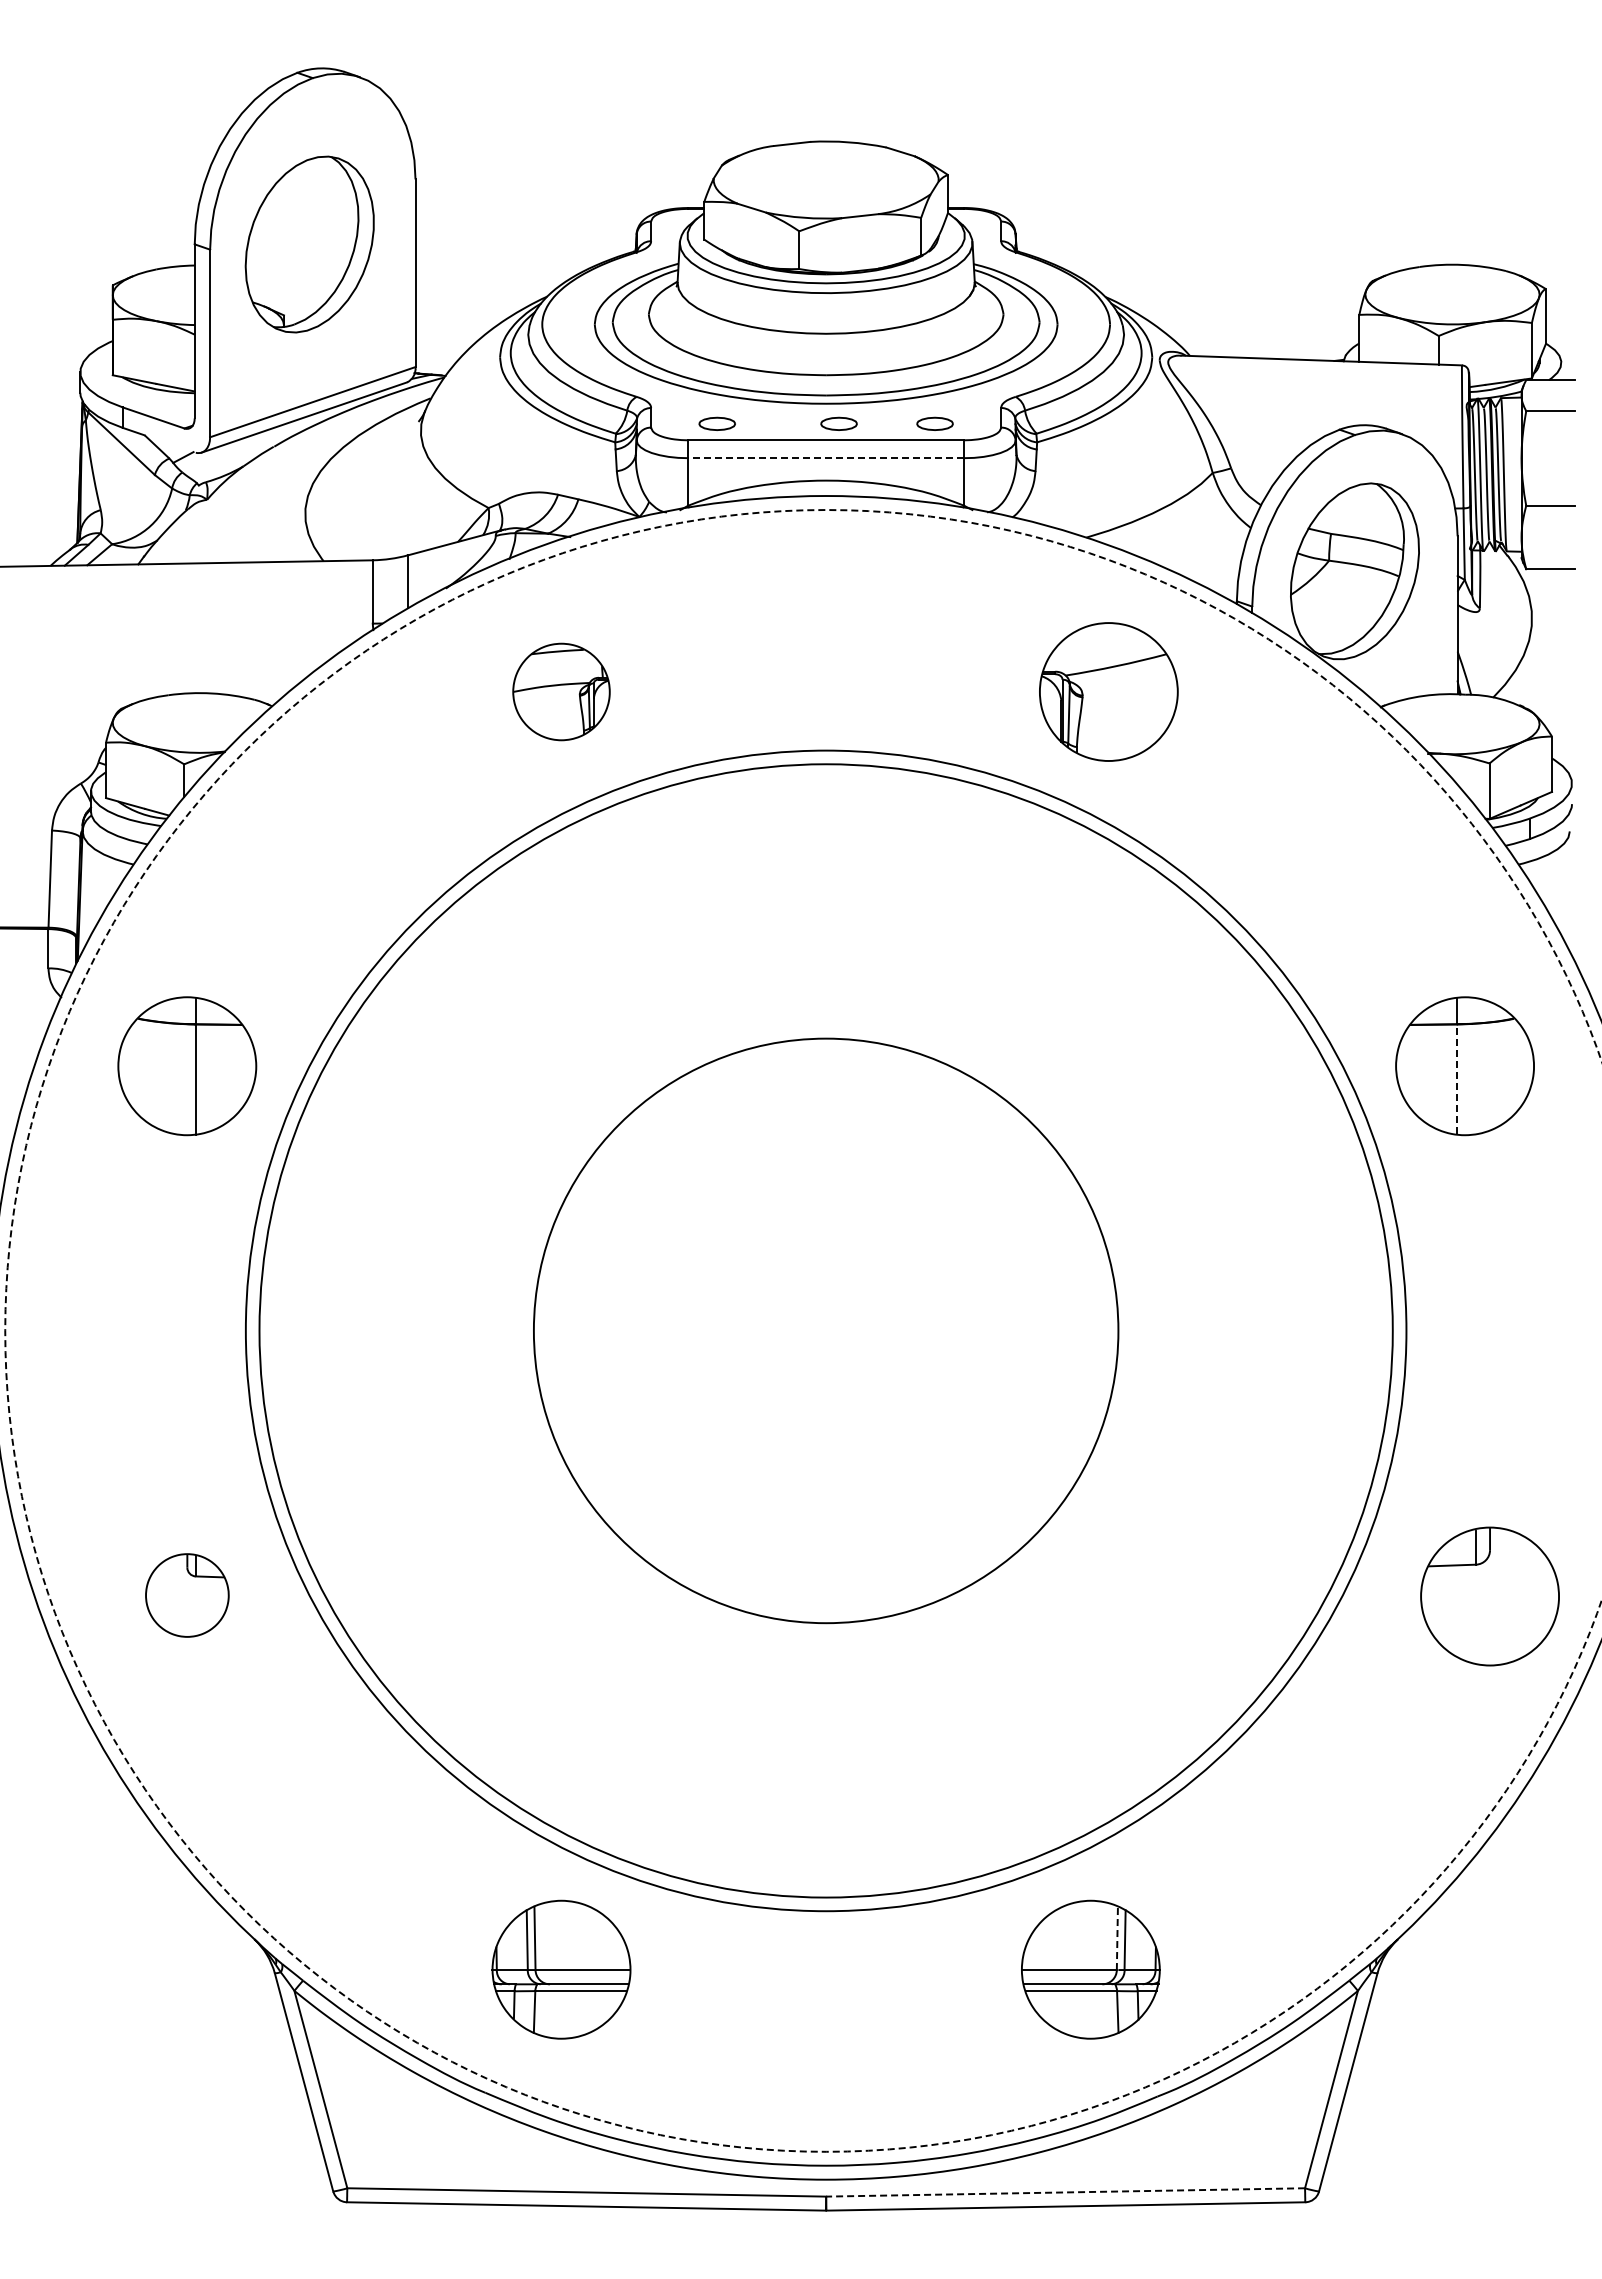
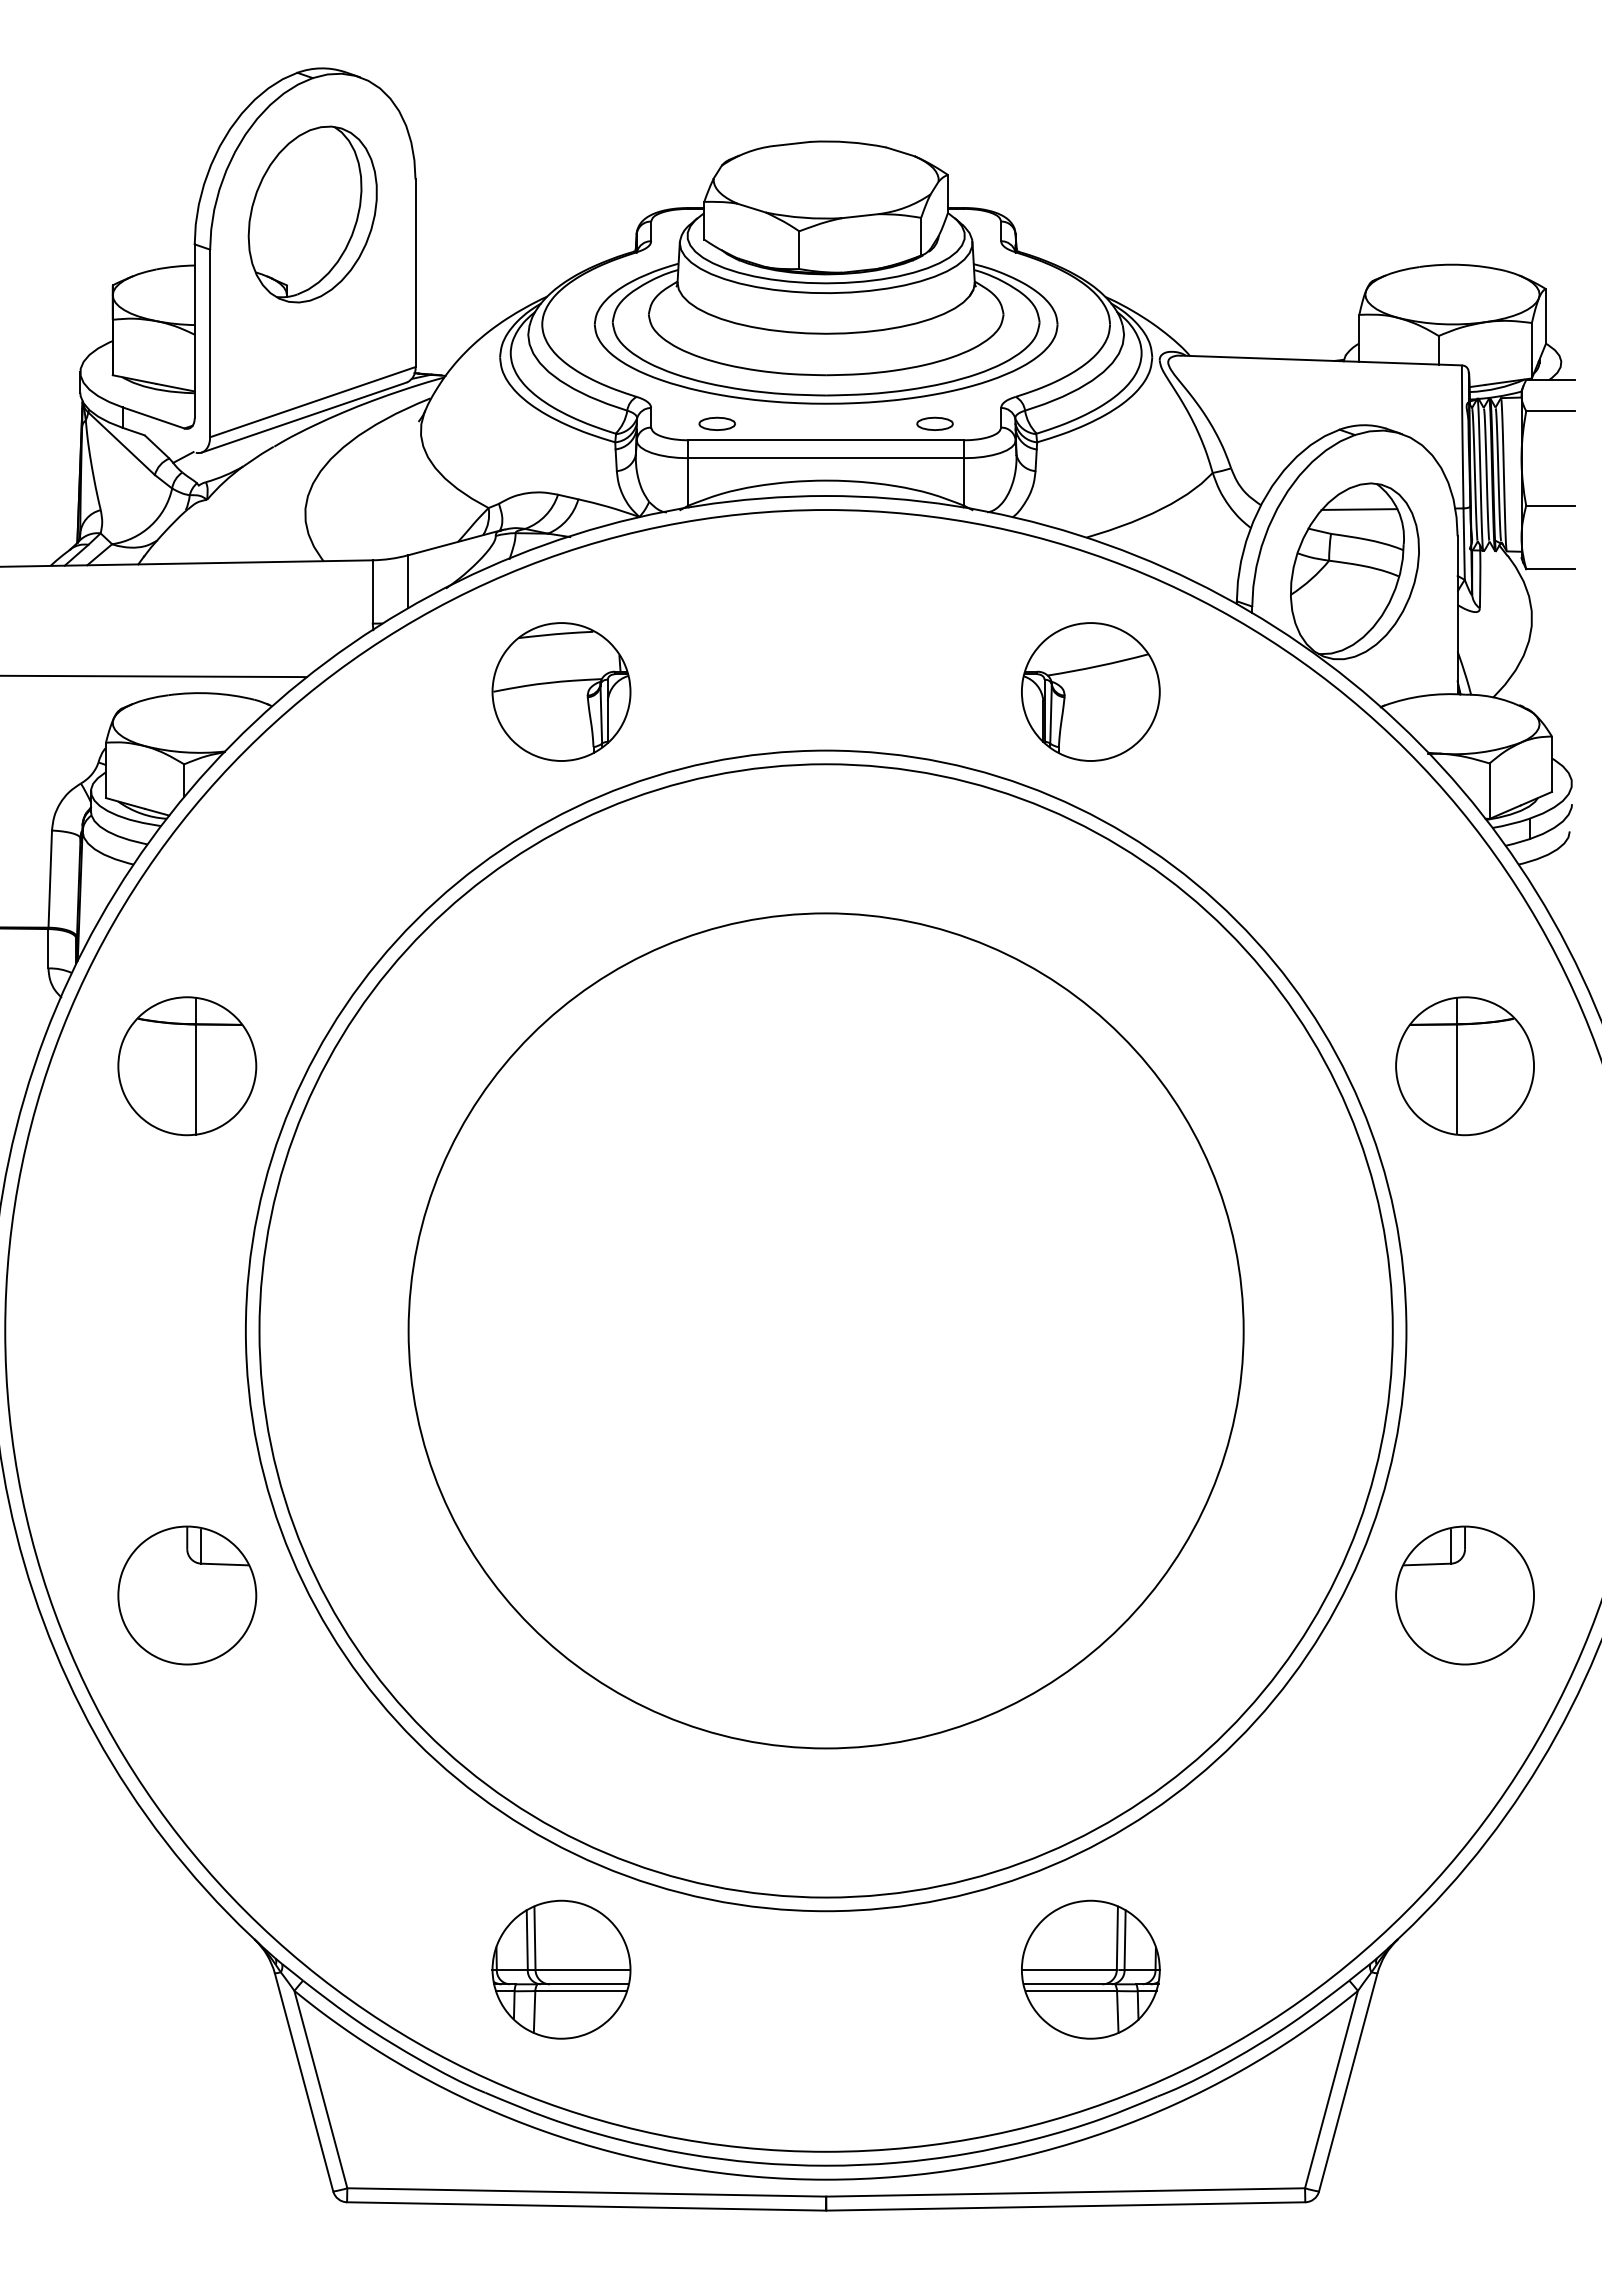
part at (309, 244) position: (309, 244) -> (312, 214)
part at (838, 423): present -> none
line at (826, 458): dashed -> solid
line at (1359, 509): none -> present
line at (154, 676): none -> present
part at (561, 691) size: 99x100 px -> 141x140 px
part at (1108, 691) position: (1108, 691) -> (1090, 691)
line at (1456, 1079): dashed -> solid
circle at (803, 1330): dashed -> solid
circle at (825, 1330) diameter: 585 px -> 835 px
part at (187, 1595) size: 85x85 px -> 141x141 px
part at (1489, 1596) position: (1489, 1596) -> (1464, 1595)
line at (1117, 1938): dashed -> solid
line at (1065, 2192): dashed -> solid
